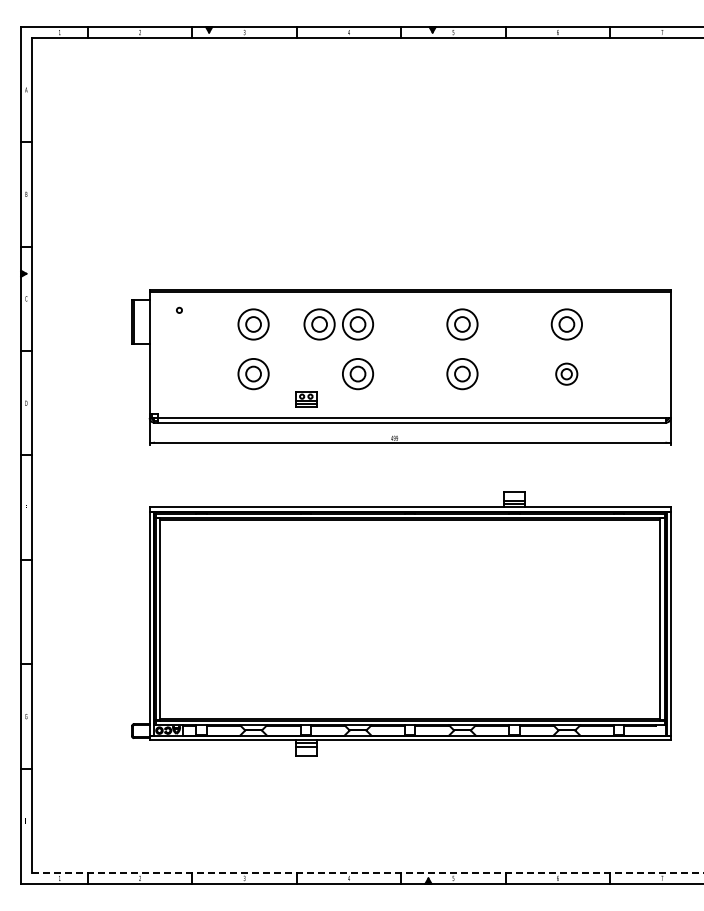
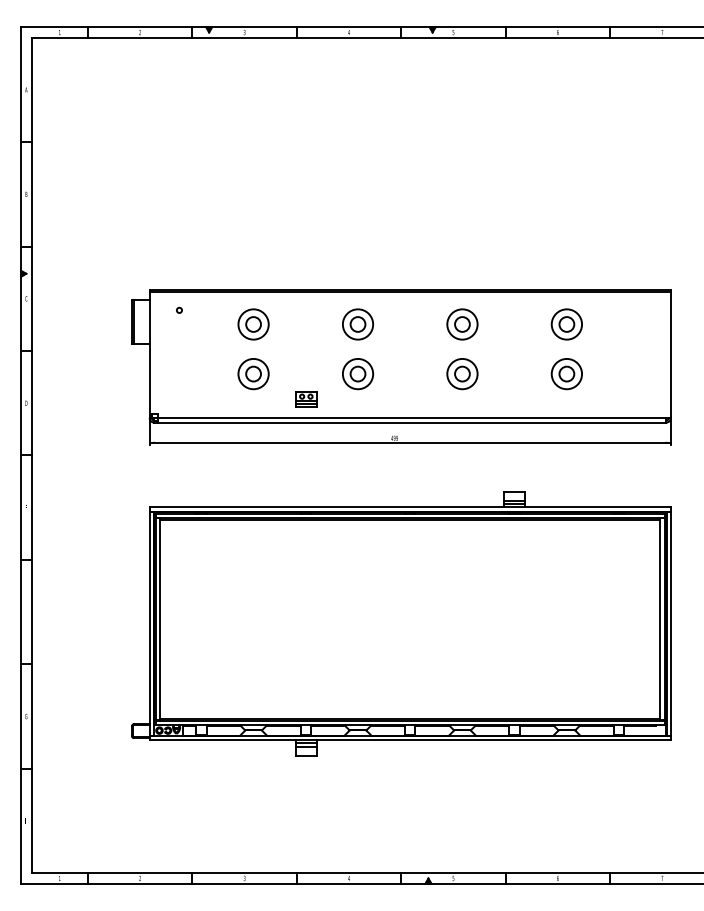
part at (319, 324): present -> none
part at (566, 373) size: 24x24 px -> 33x33 px
line at (367, 873): dashed -> solid
